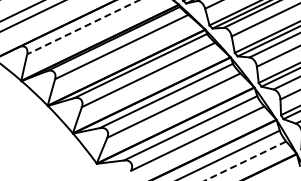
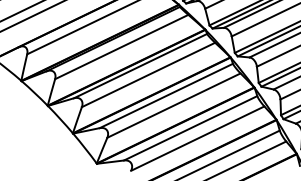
line at (83, 27): dashed -> solid
line at (245, 161): dashed -> solid
